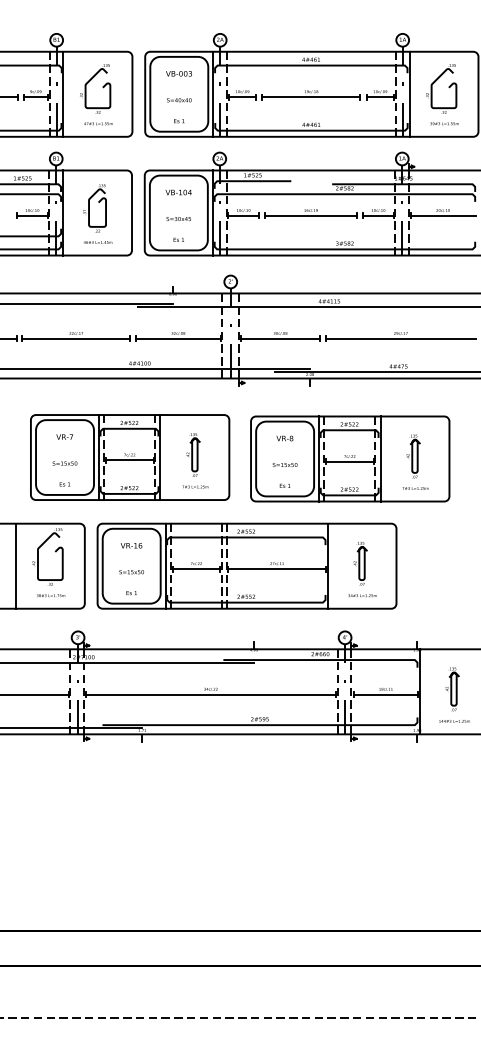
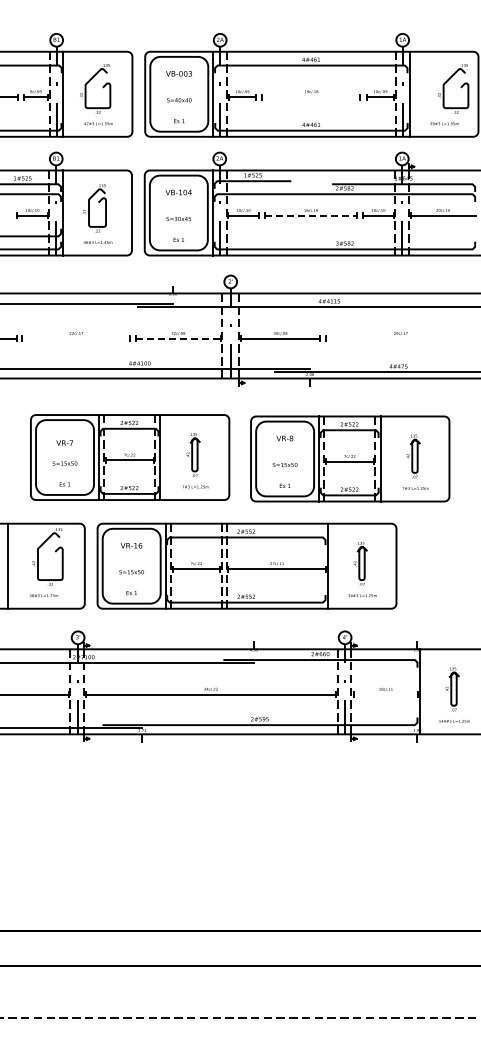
part at (448, 87) position: (448, 87) -> (460, 87)
line at (311, 97): present -> none
line at (311, 215): solid -> dashed
line at (76, 338): present -> none
line at (178, 338): solid -> dashed
line at (400, 338): present -> none
text at (64, 436) position: (64, 436) -> (64, 442)
line at (15, 565) position: (15, 565) -> (7, 565)
text at (51, 595) position: (51, 595) -> (44, 595)
line at (385, 694): present -> none
